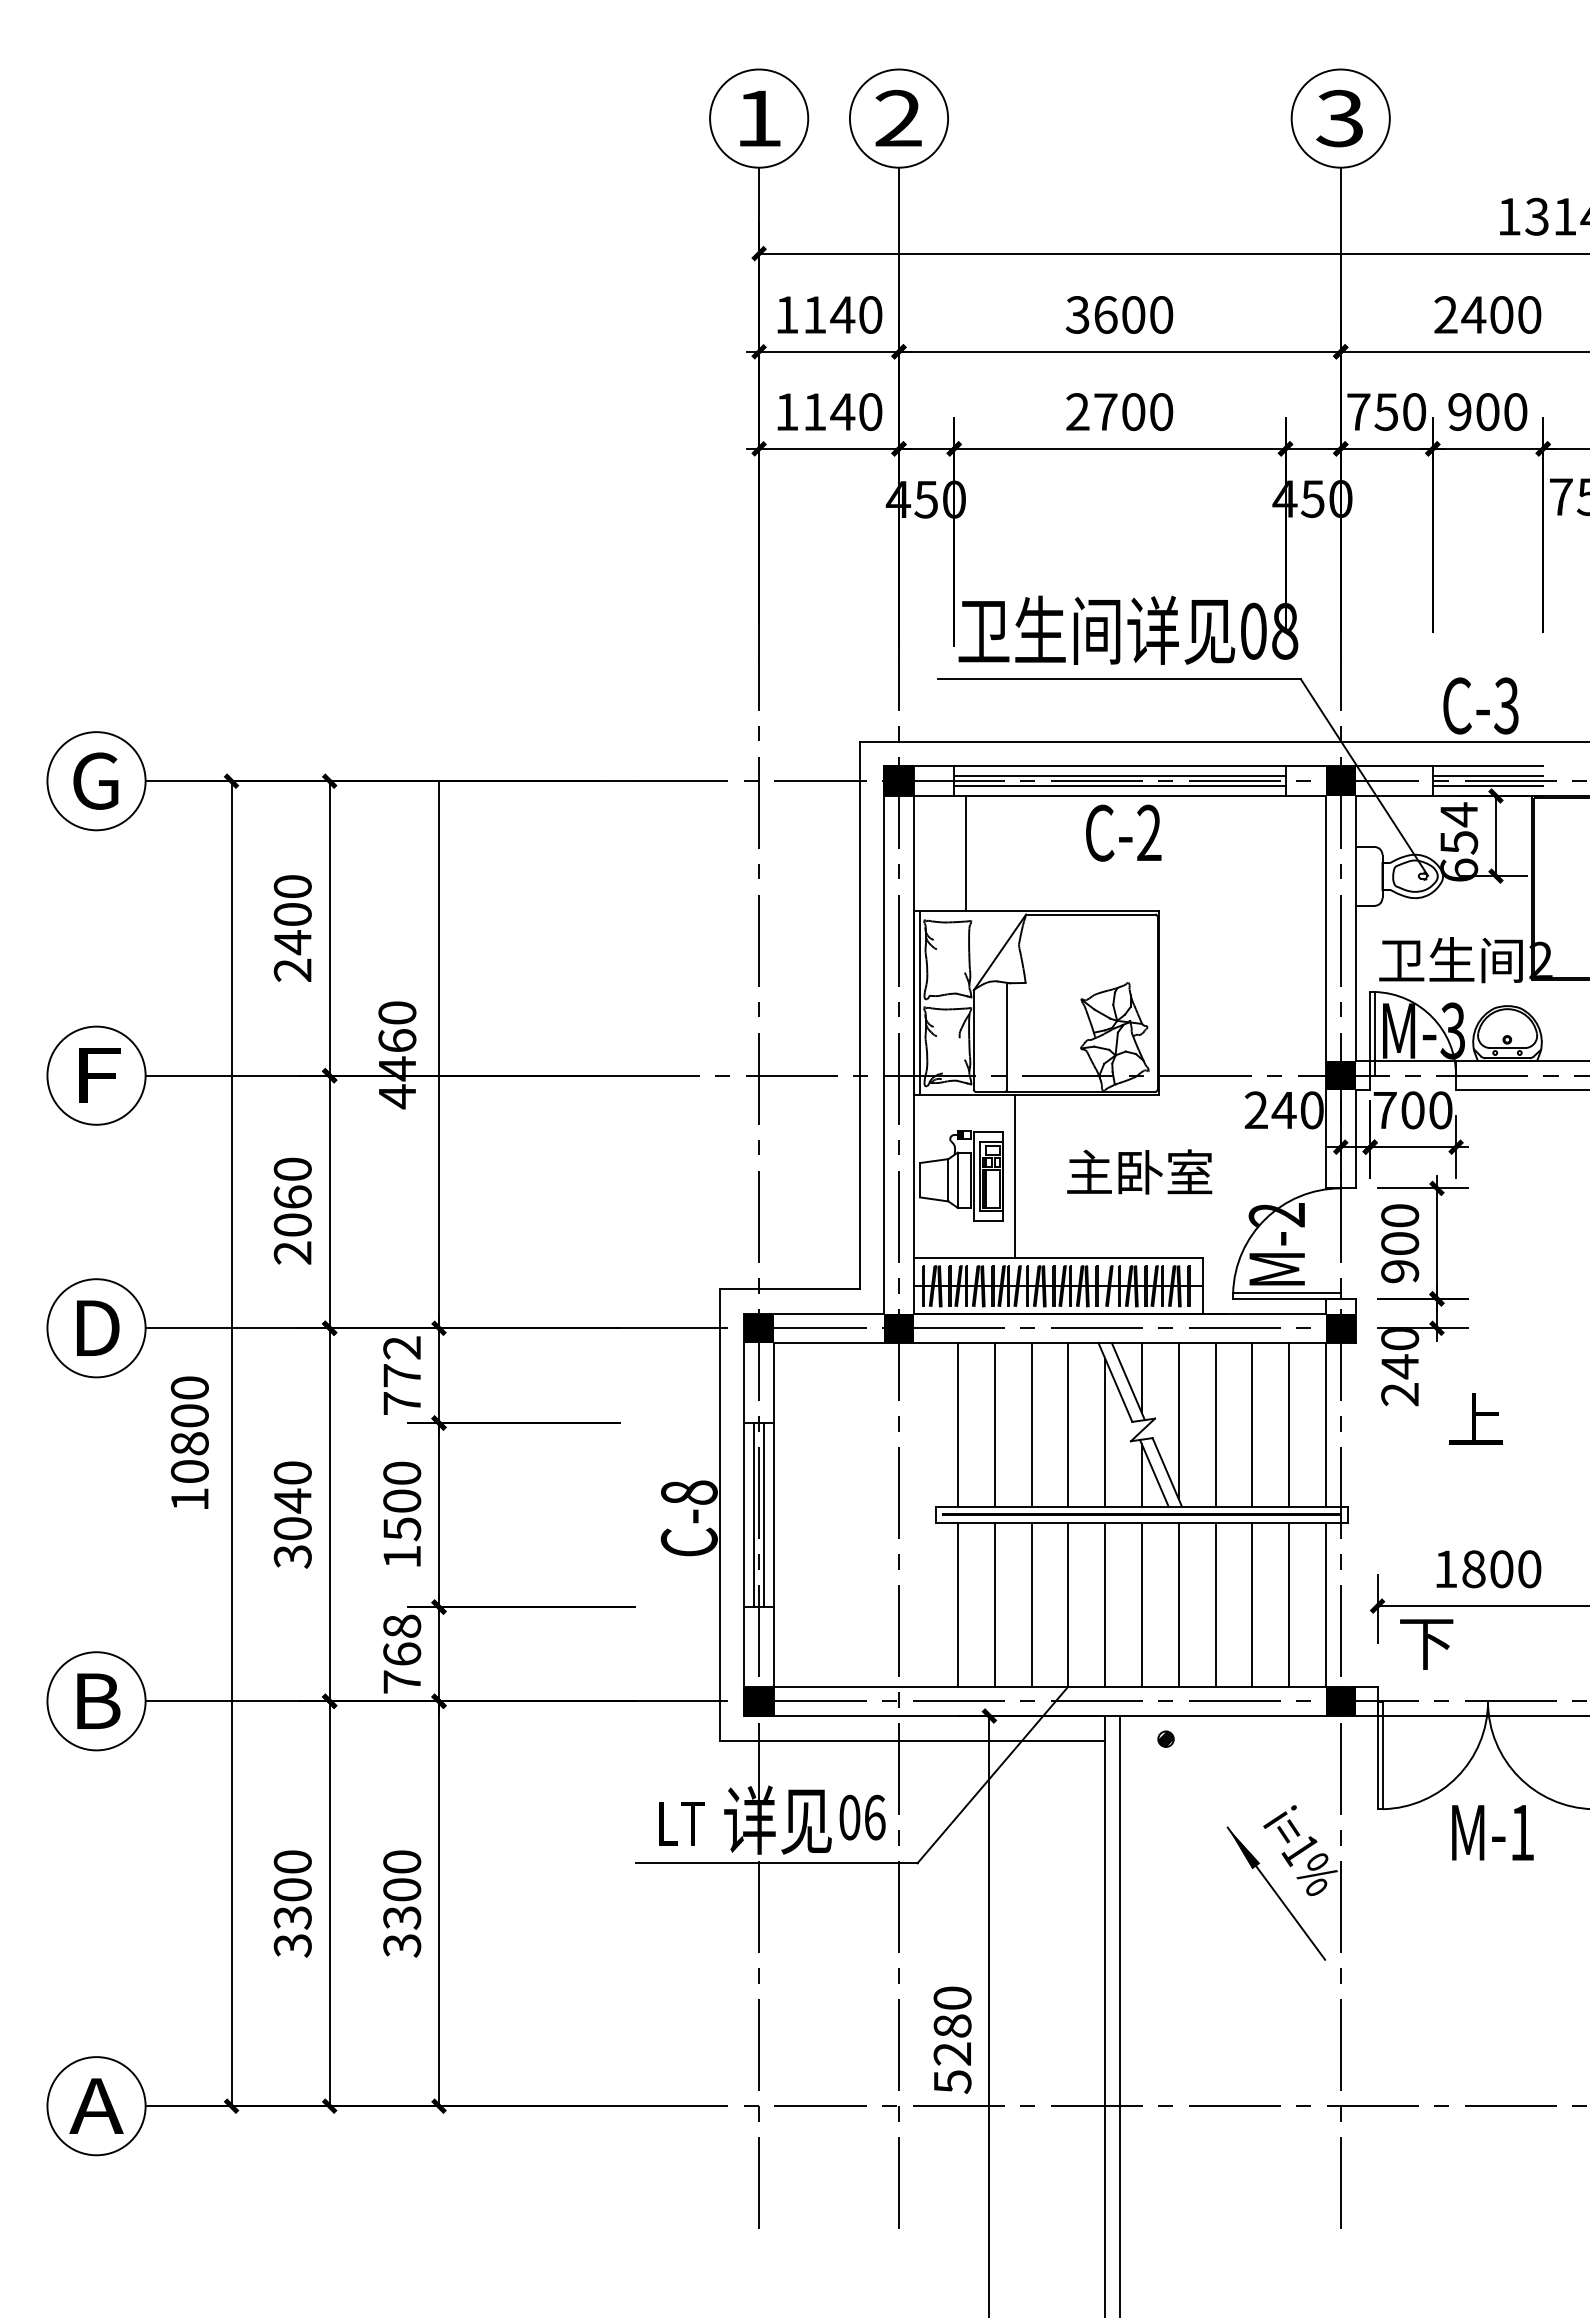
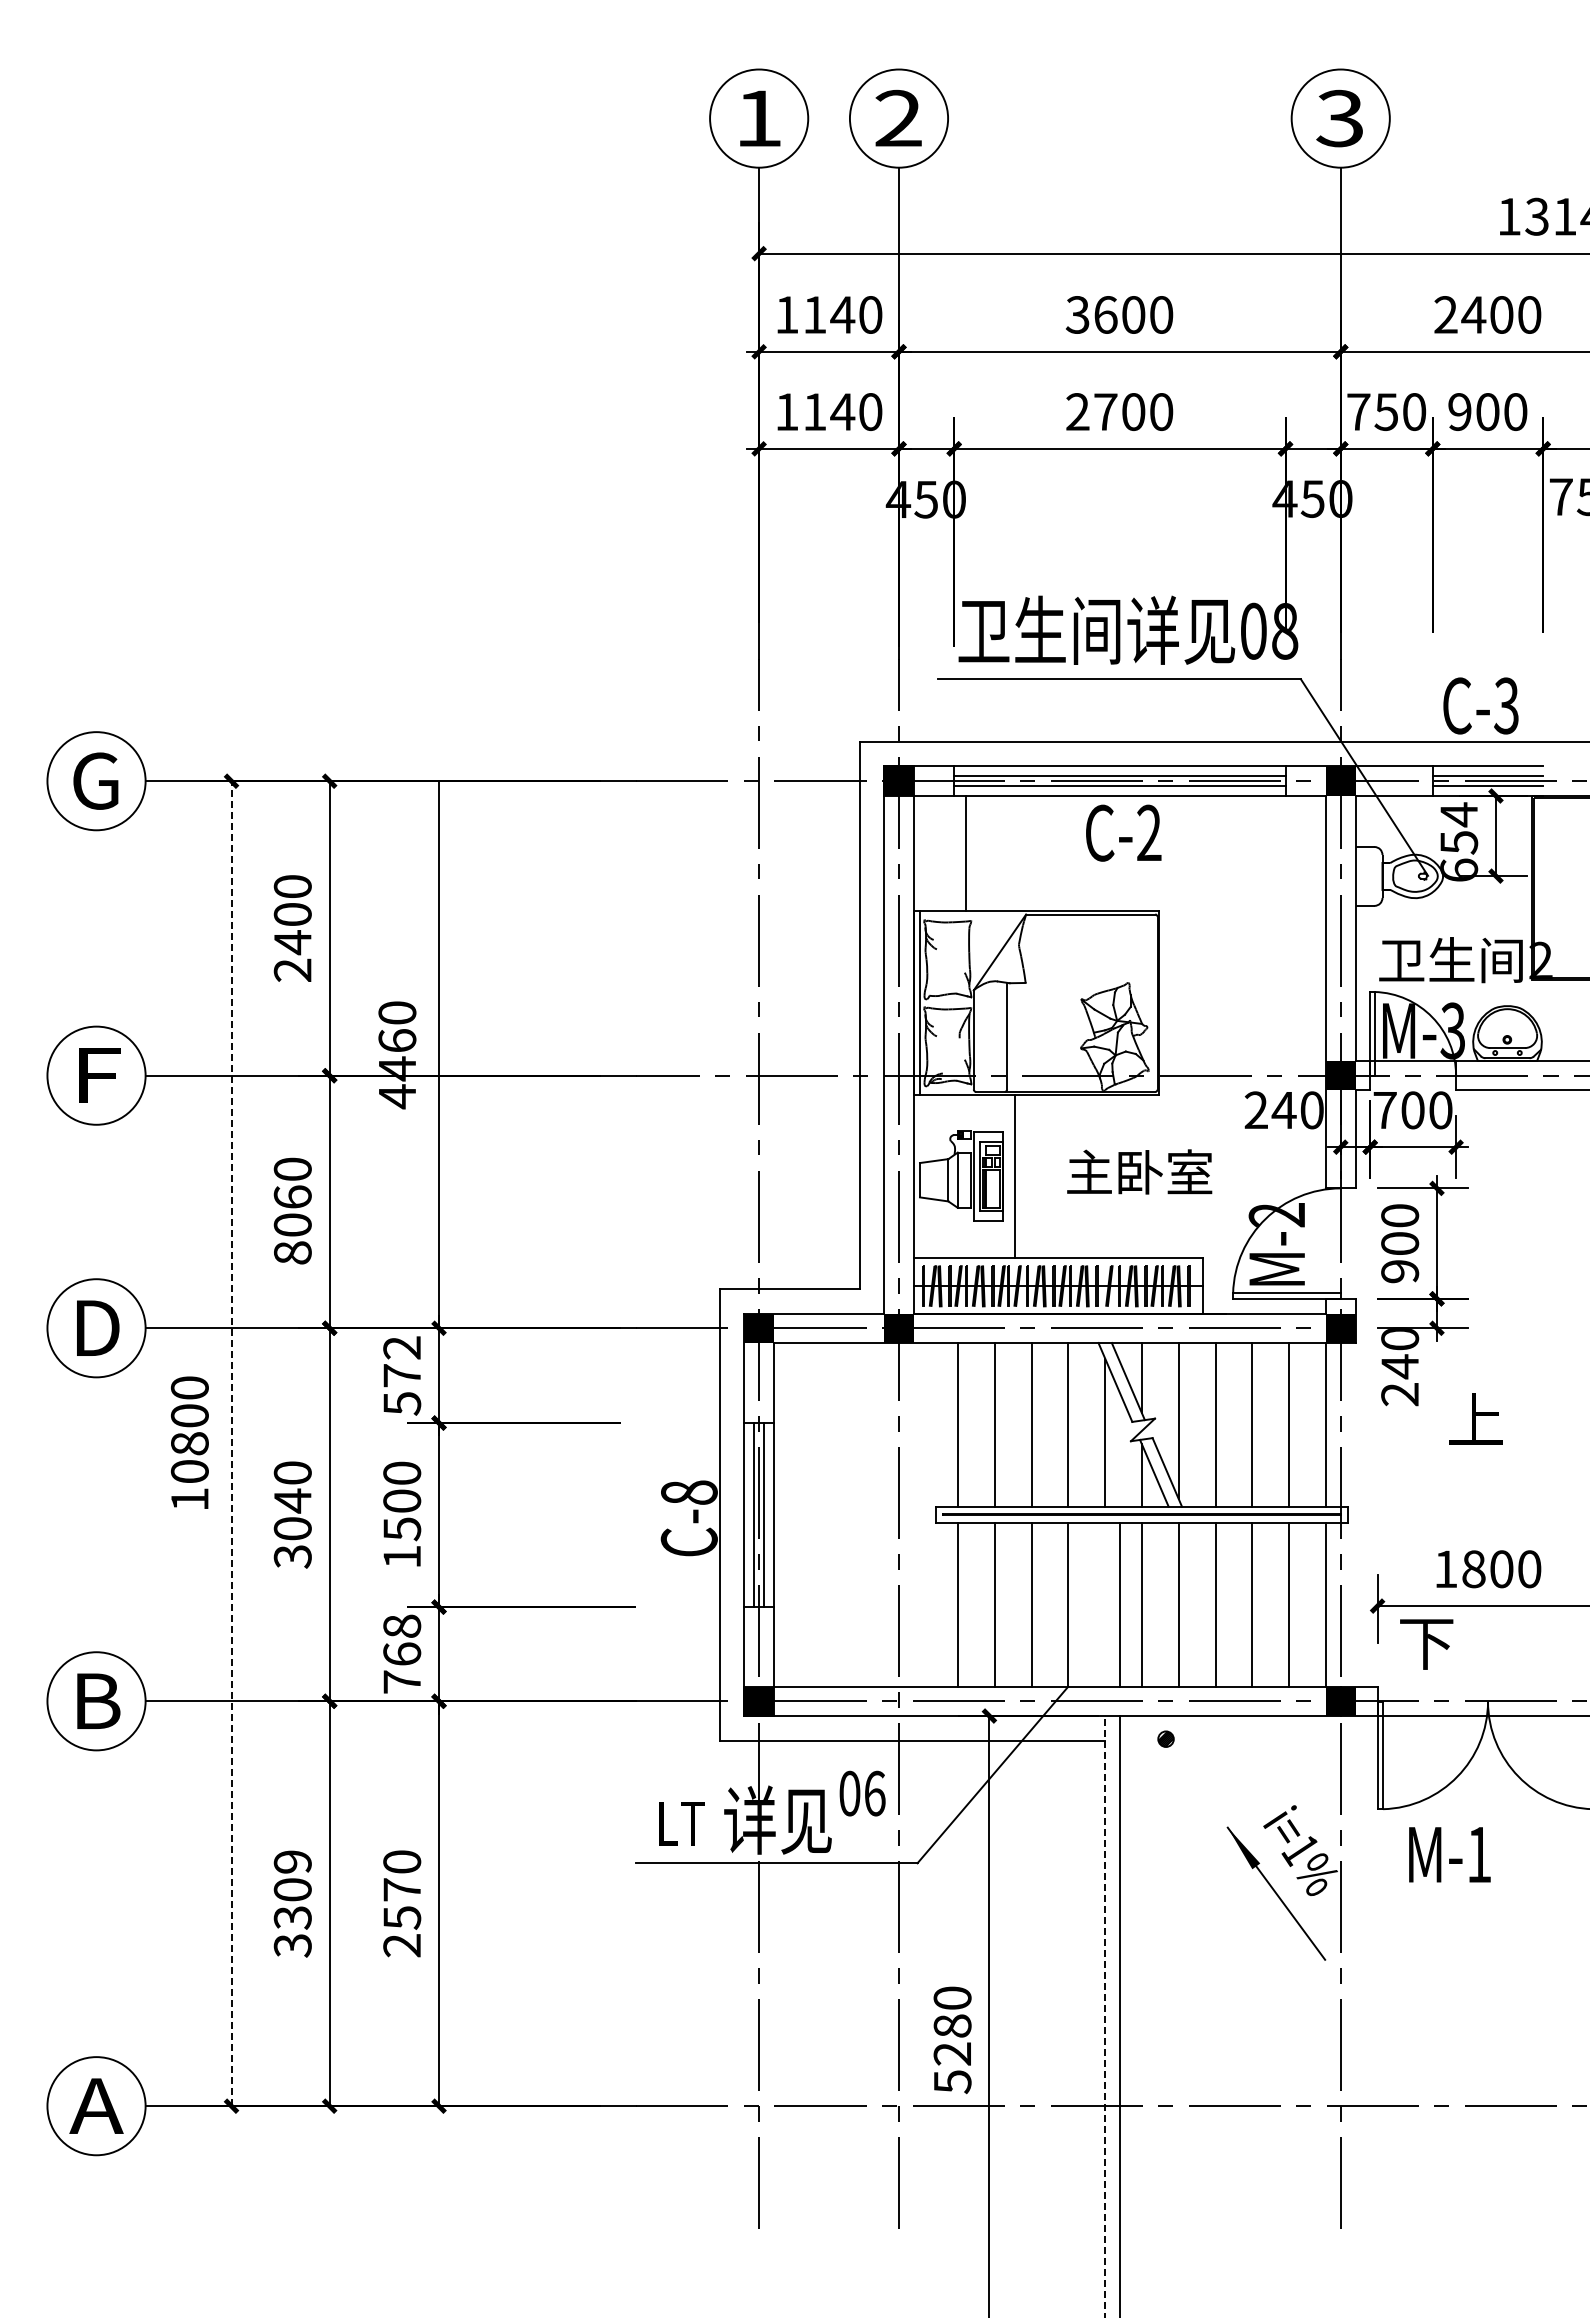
text at (292, 1252): 2060 -> 8060
text at (402, 1403): 772 -> 572
line at (231, 1443): solid -> dashed
line at (1105, 1604) position: (1105, 1604) -> (1120, 1604)
text at (862, 1817) position: (862, 1817) -> (862, 1793)
text at (1492, 1832) position: (1492, 1832) -> (1449, 1854)
text at (292, 1861): 3300 -> 3309
text at (402, 1917): 3300 -> 2570
line at (1105, 2016): solid -> dashed
